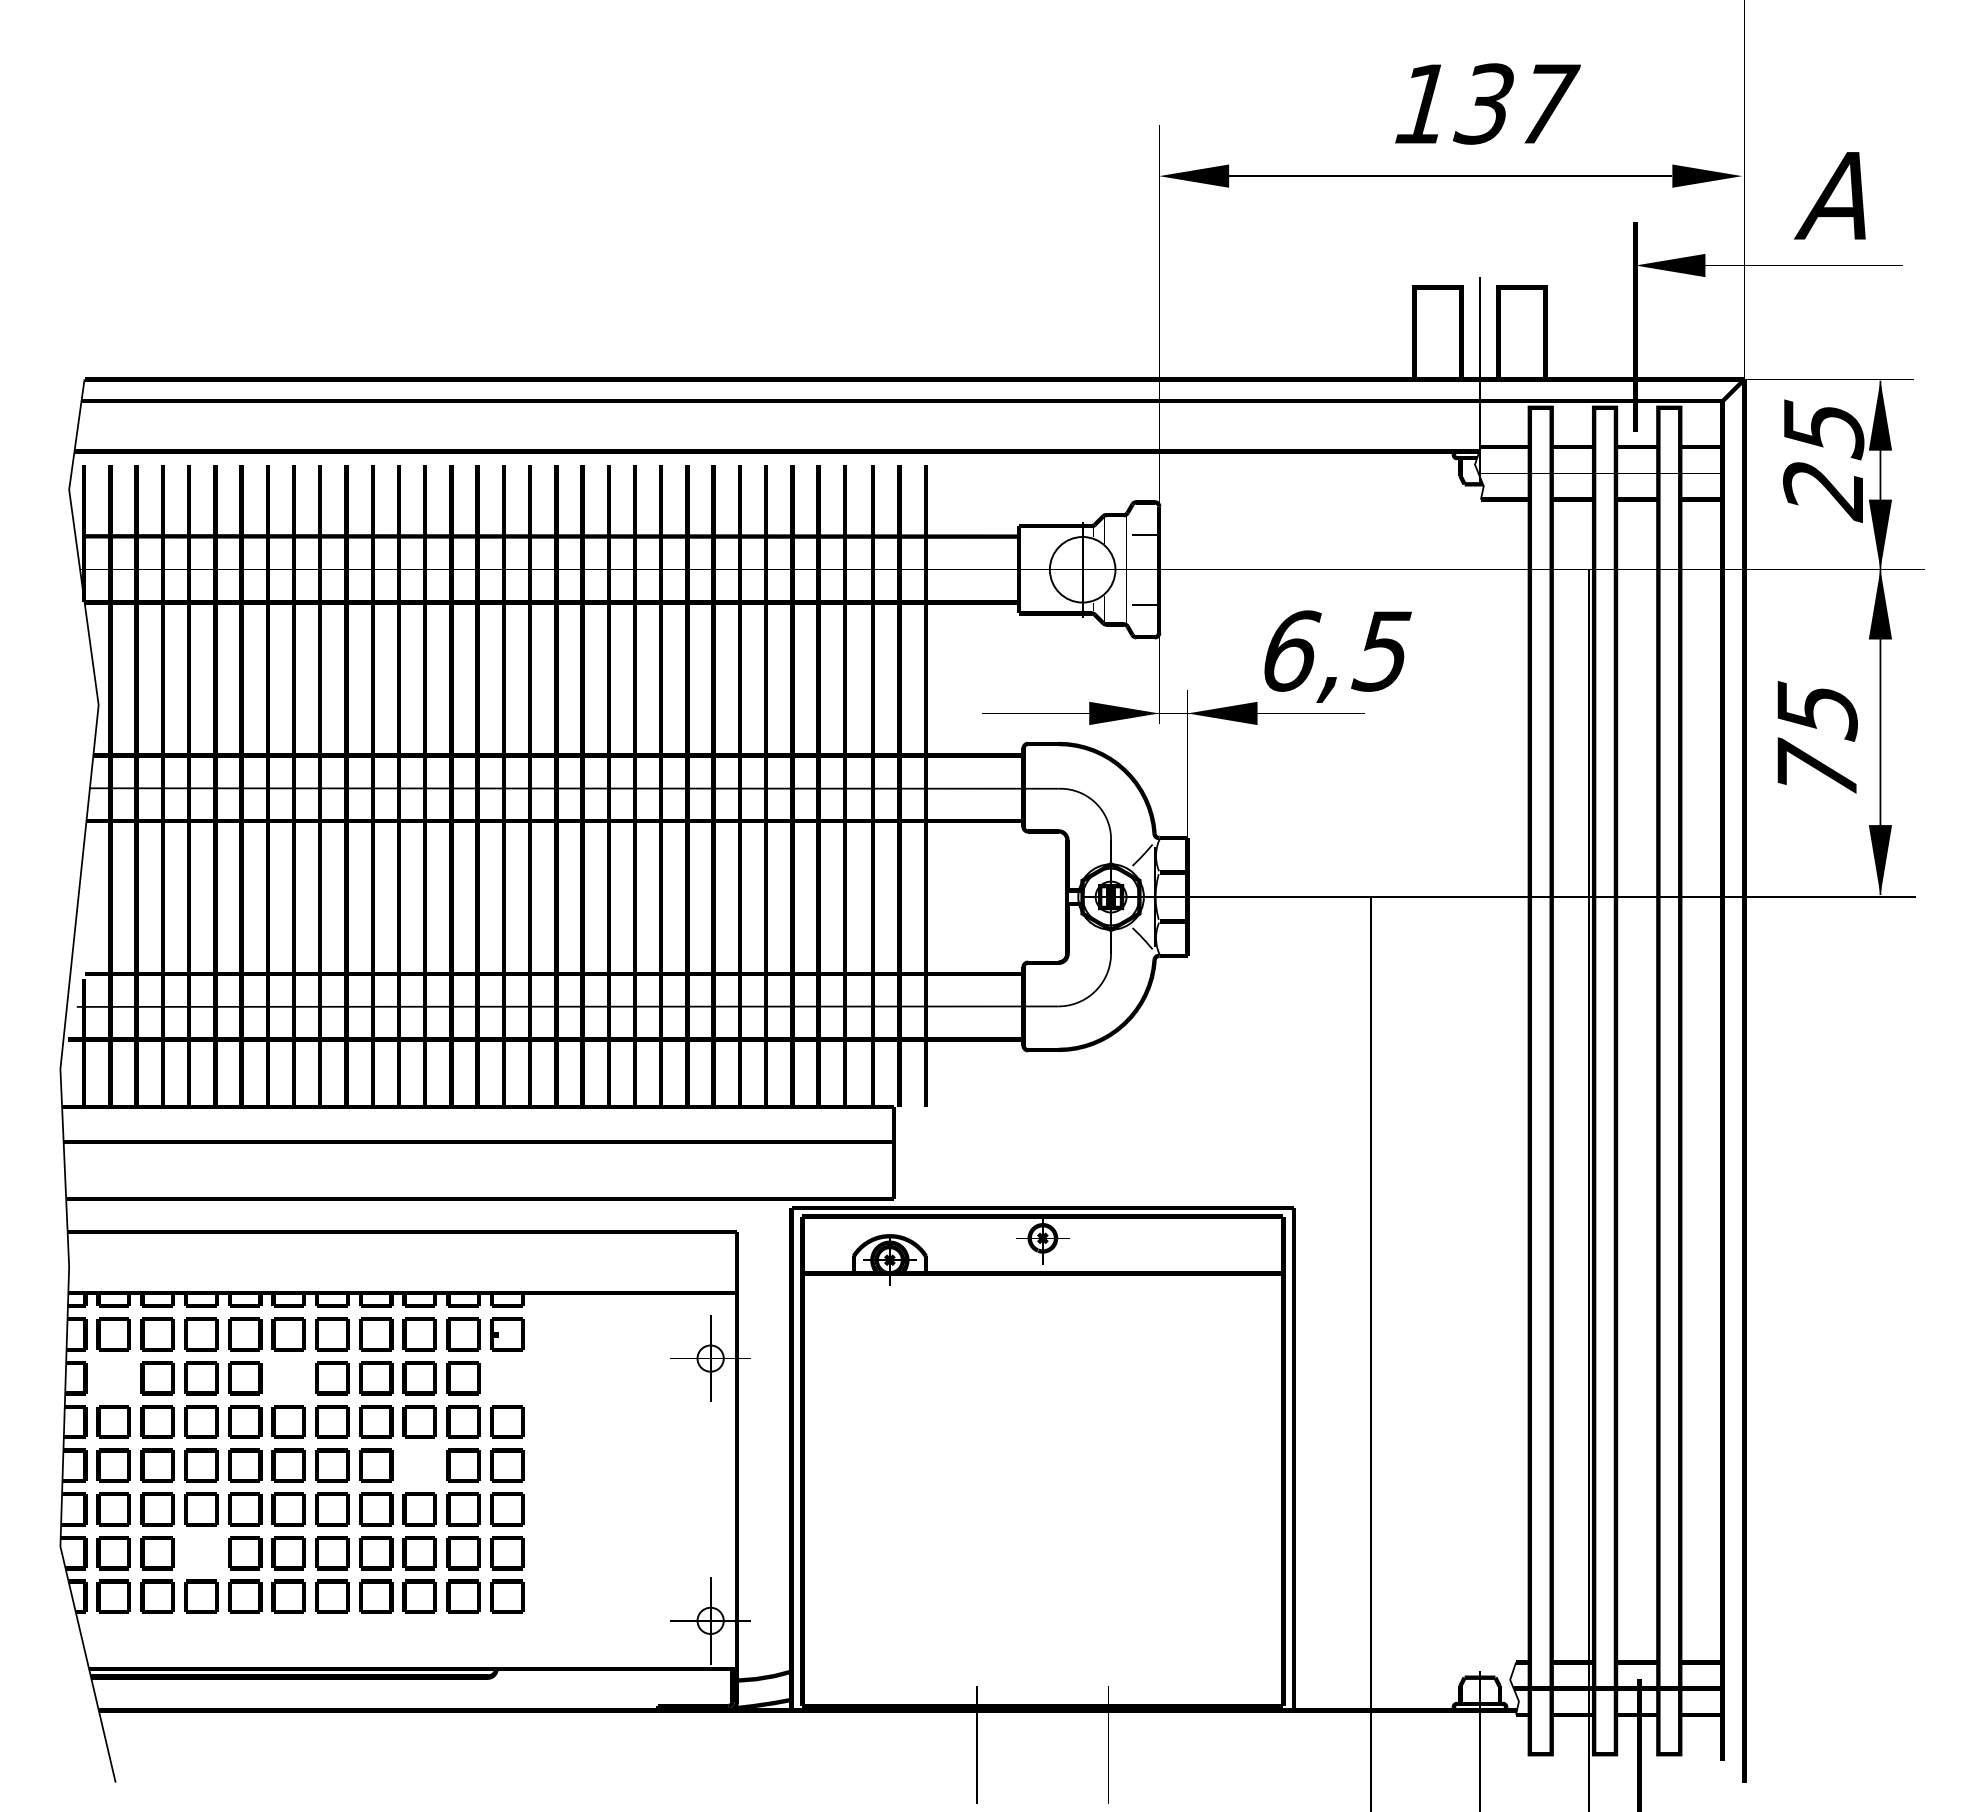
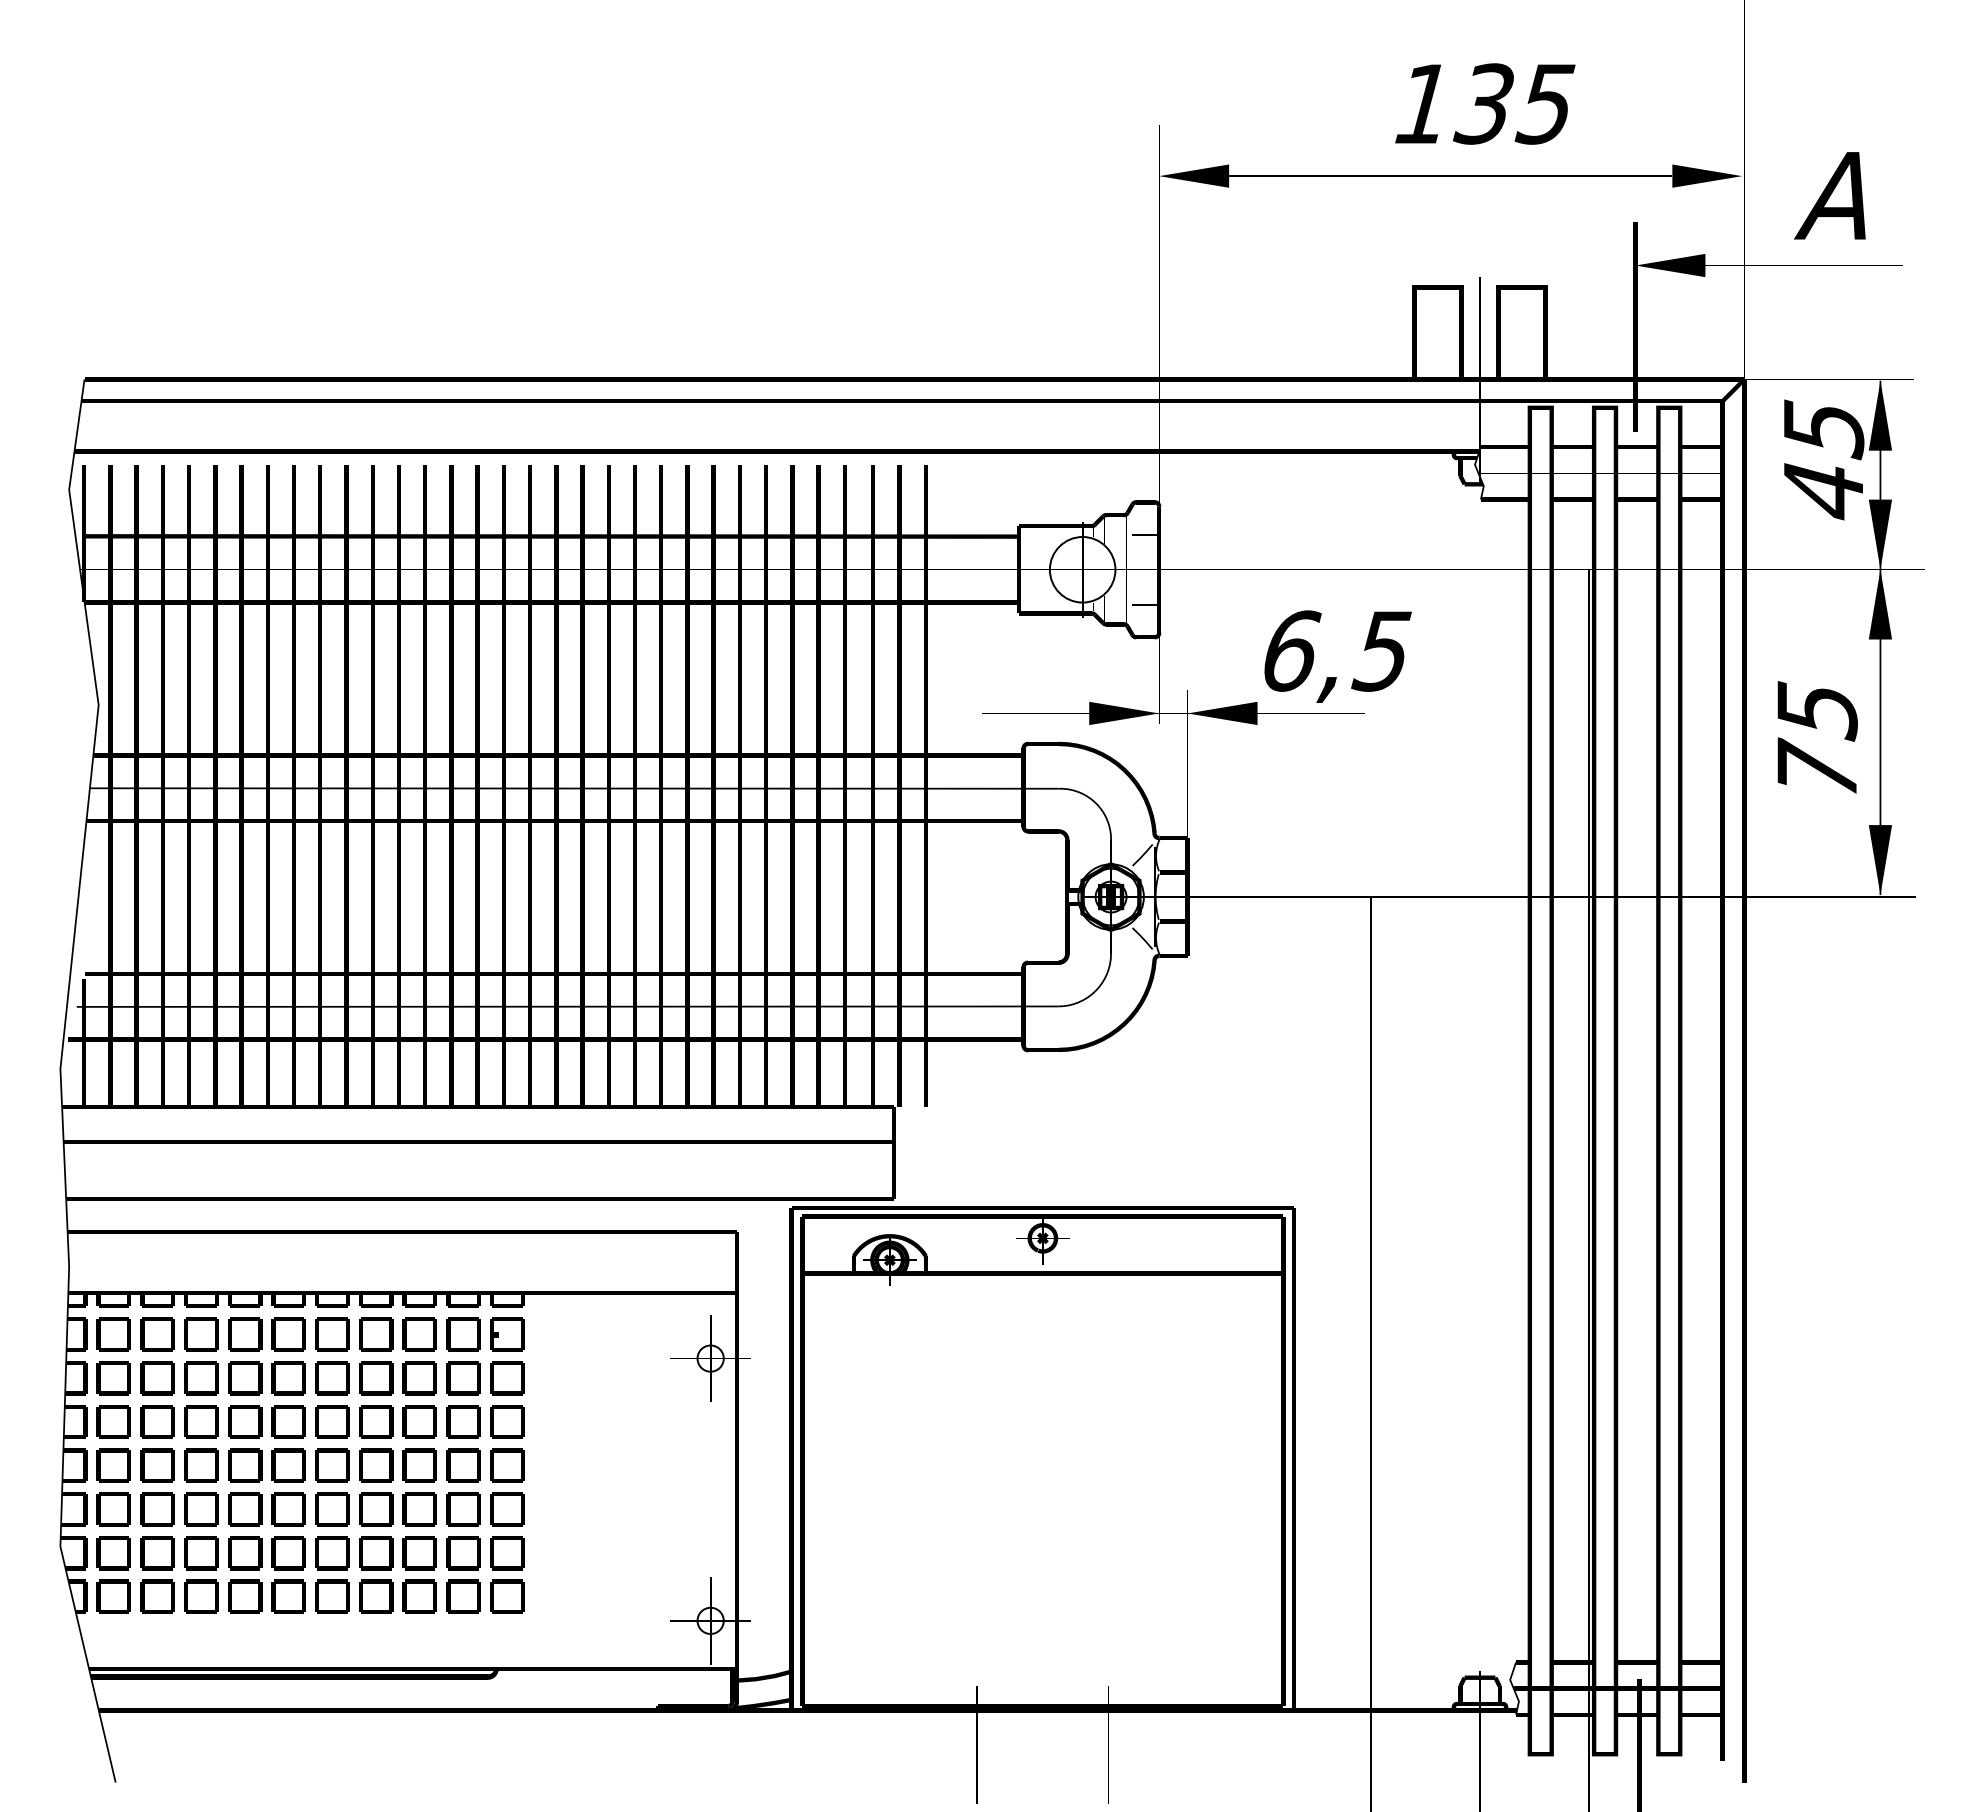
text at (1547, 104): 137 -> 135
text at (1822, 492): 25 -> 45
part at (113, 1378): none -> present
part at (288, 1378): none -> present
part at (507, 1378): none -> present
part at (419, 1465): none -> present
part at (201, 1553): none -> present
